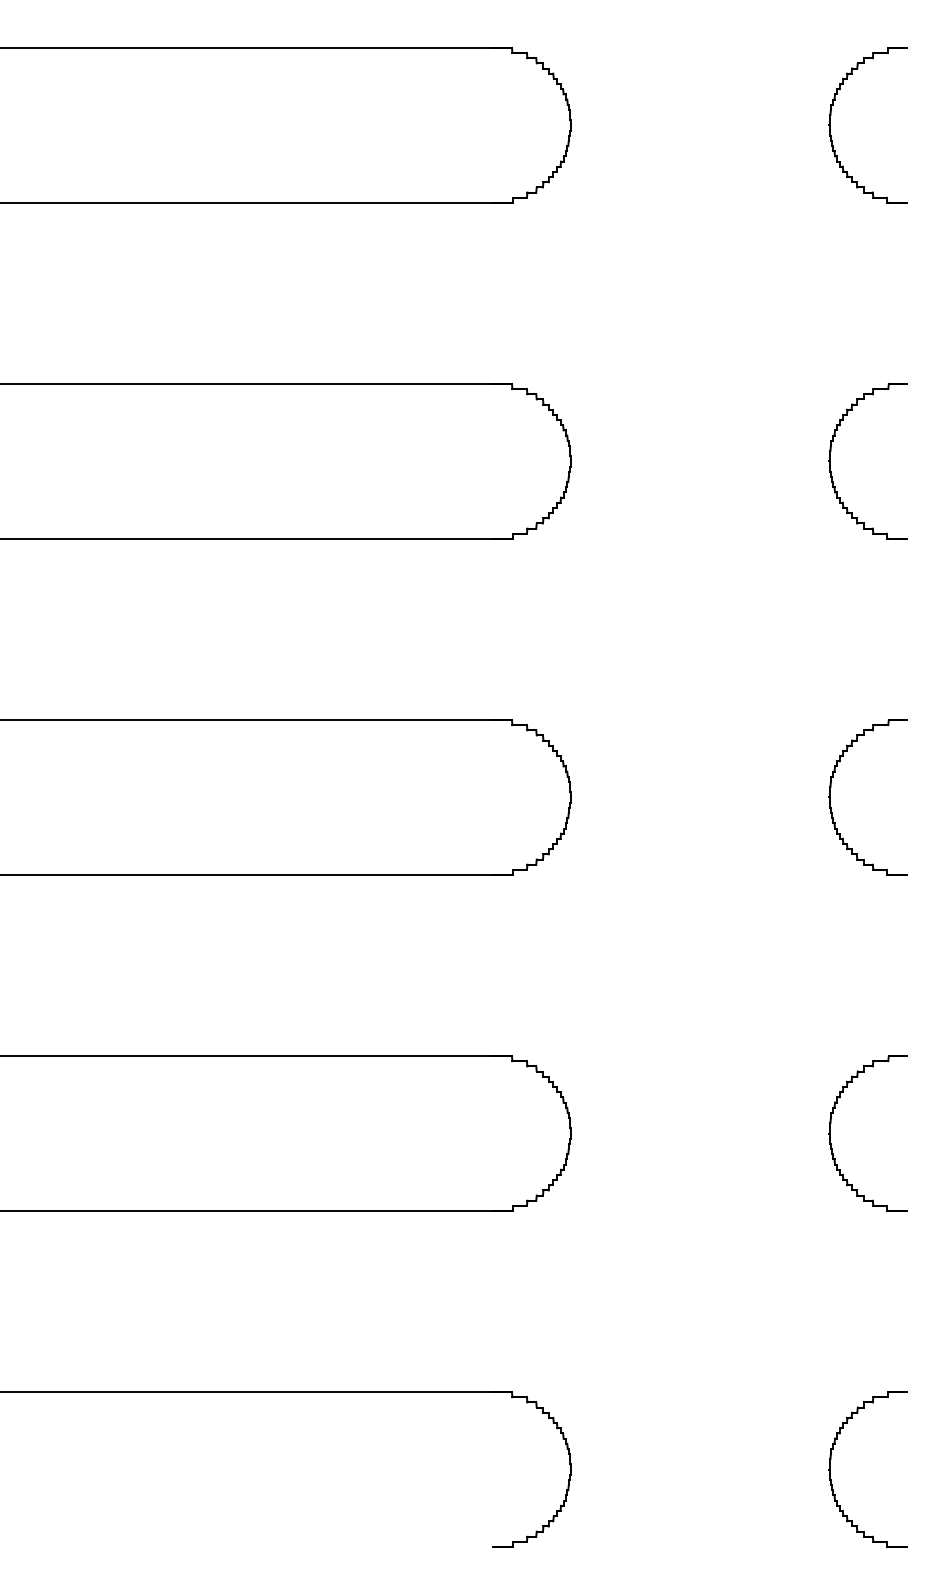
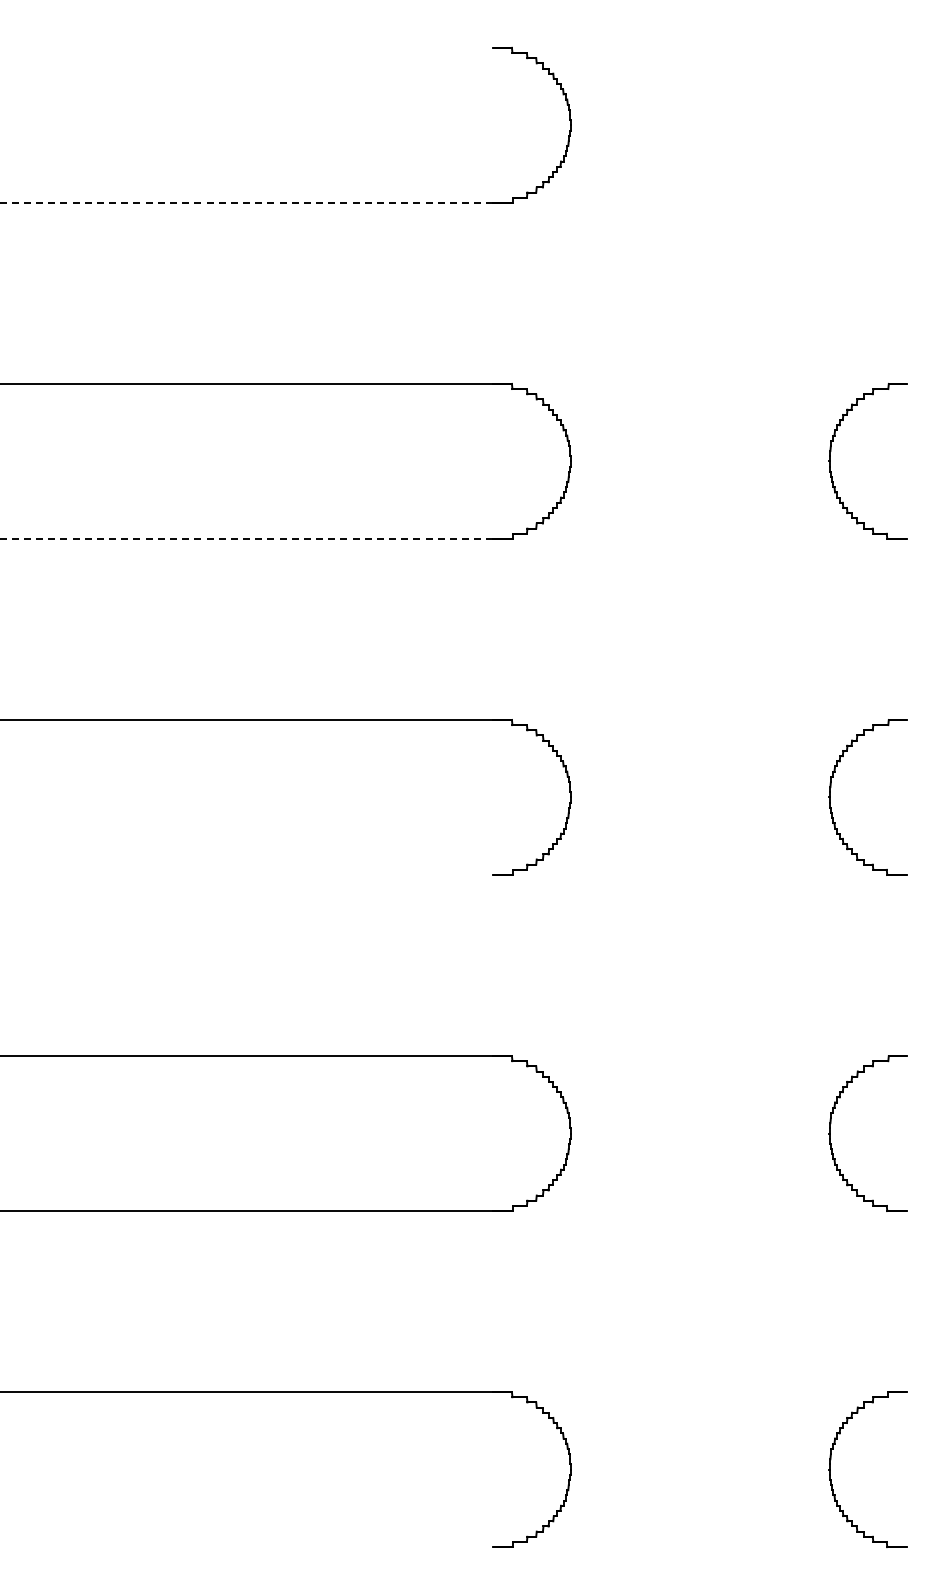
line at (247, 47): present -> none
part at (830, 125): present -> none
line at (246, 202): solid -> dashed
line at (246, 538): solid -> dashed
line at (247, 875): present -> none
